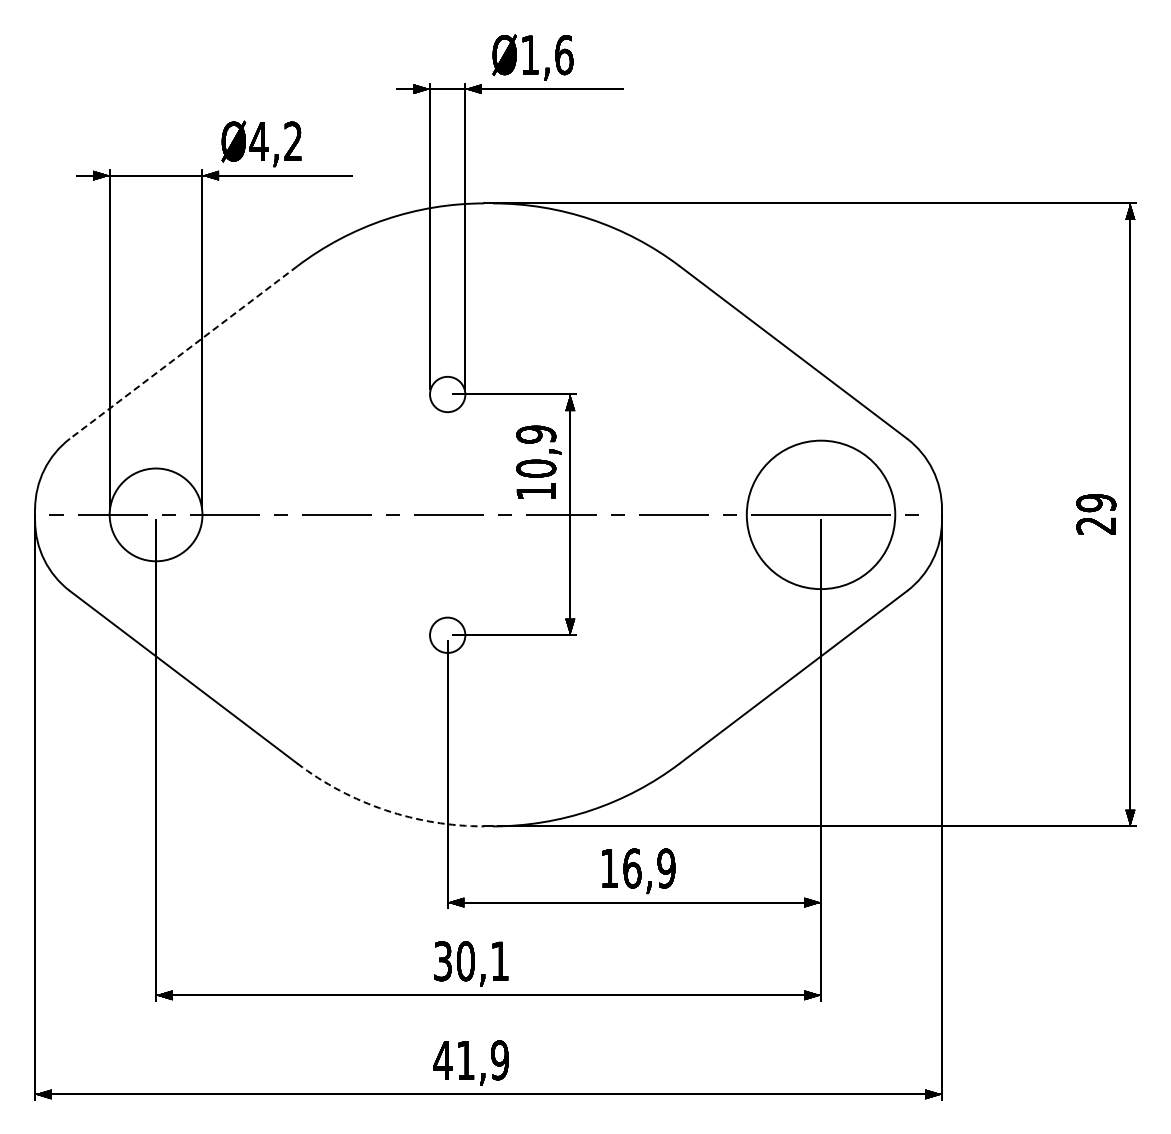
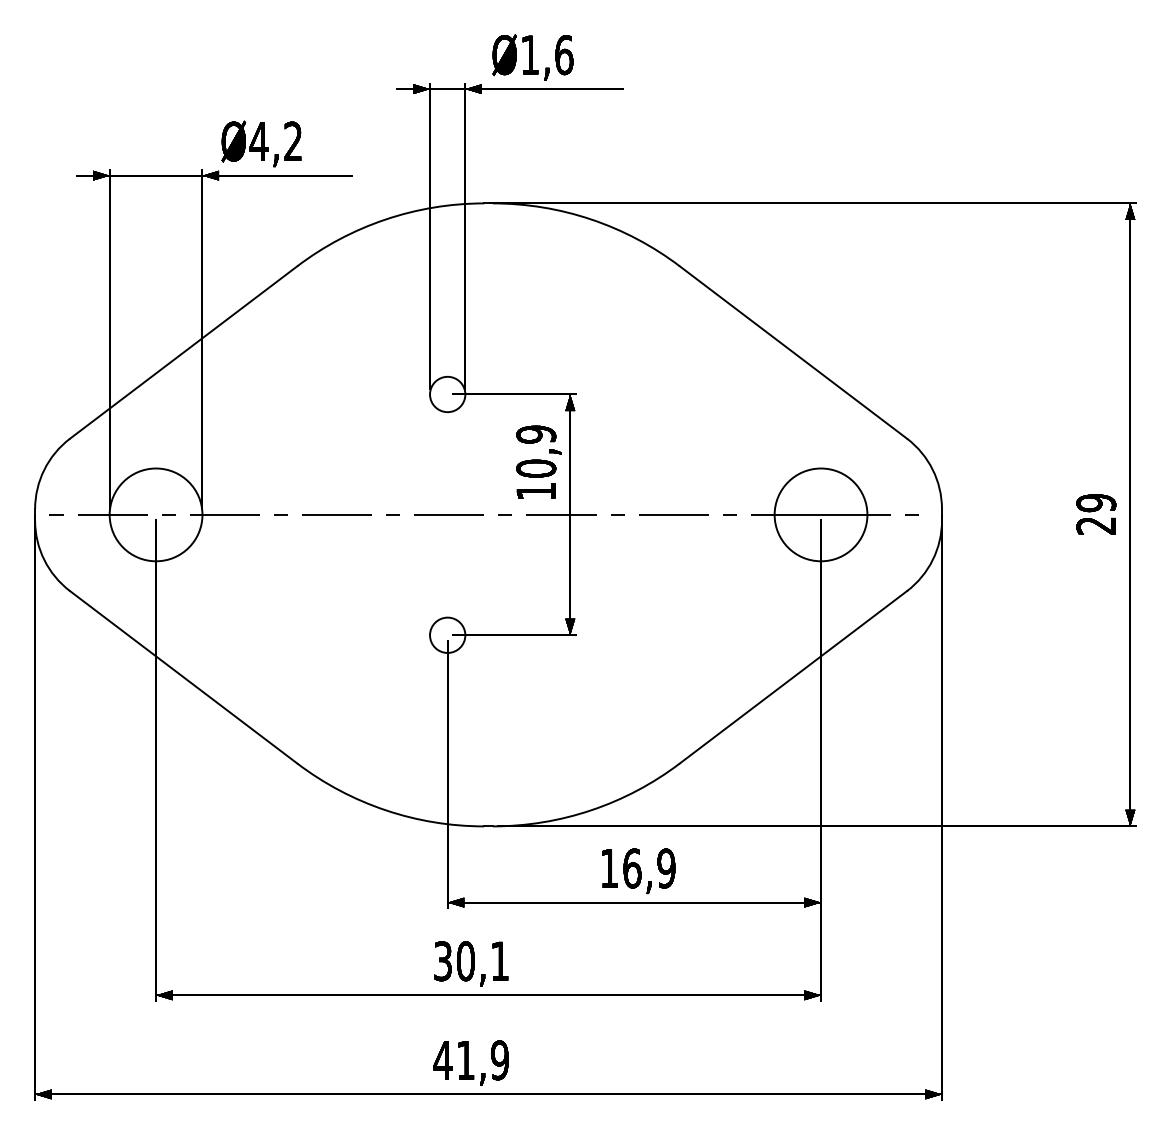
line at (183, 352): dashed -> solid
circle at (820, 514) diameter: 148 px -> 93 px
arc at (385, 810): dashed -> solid
